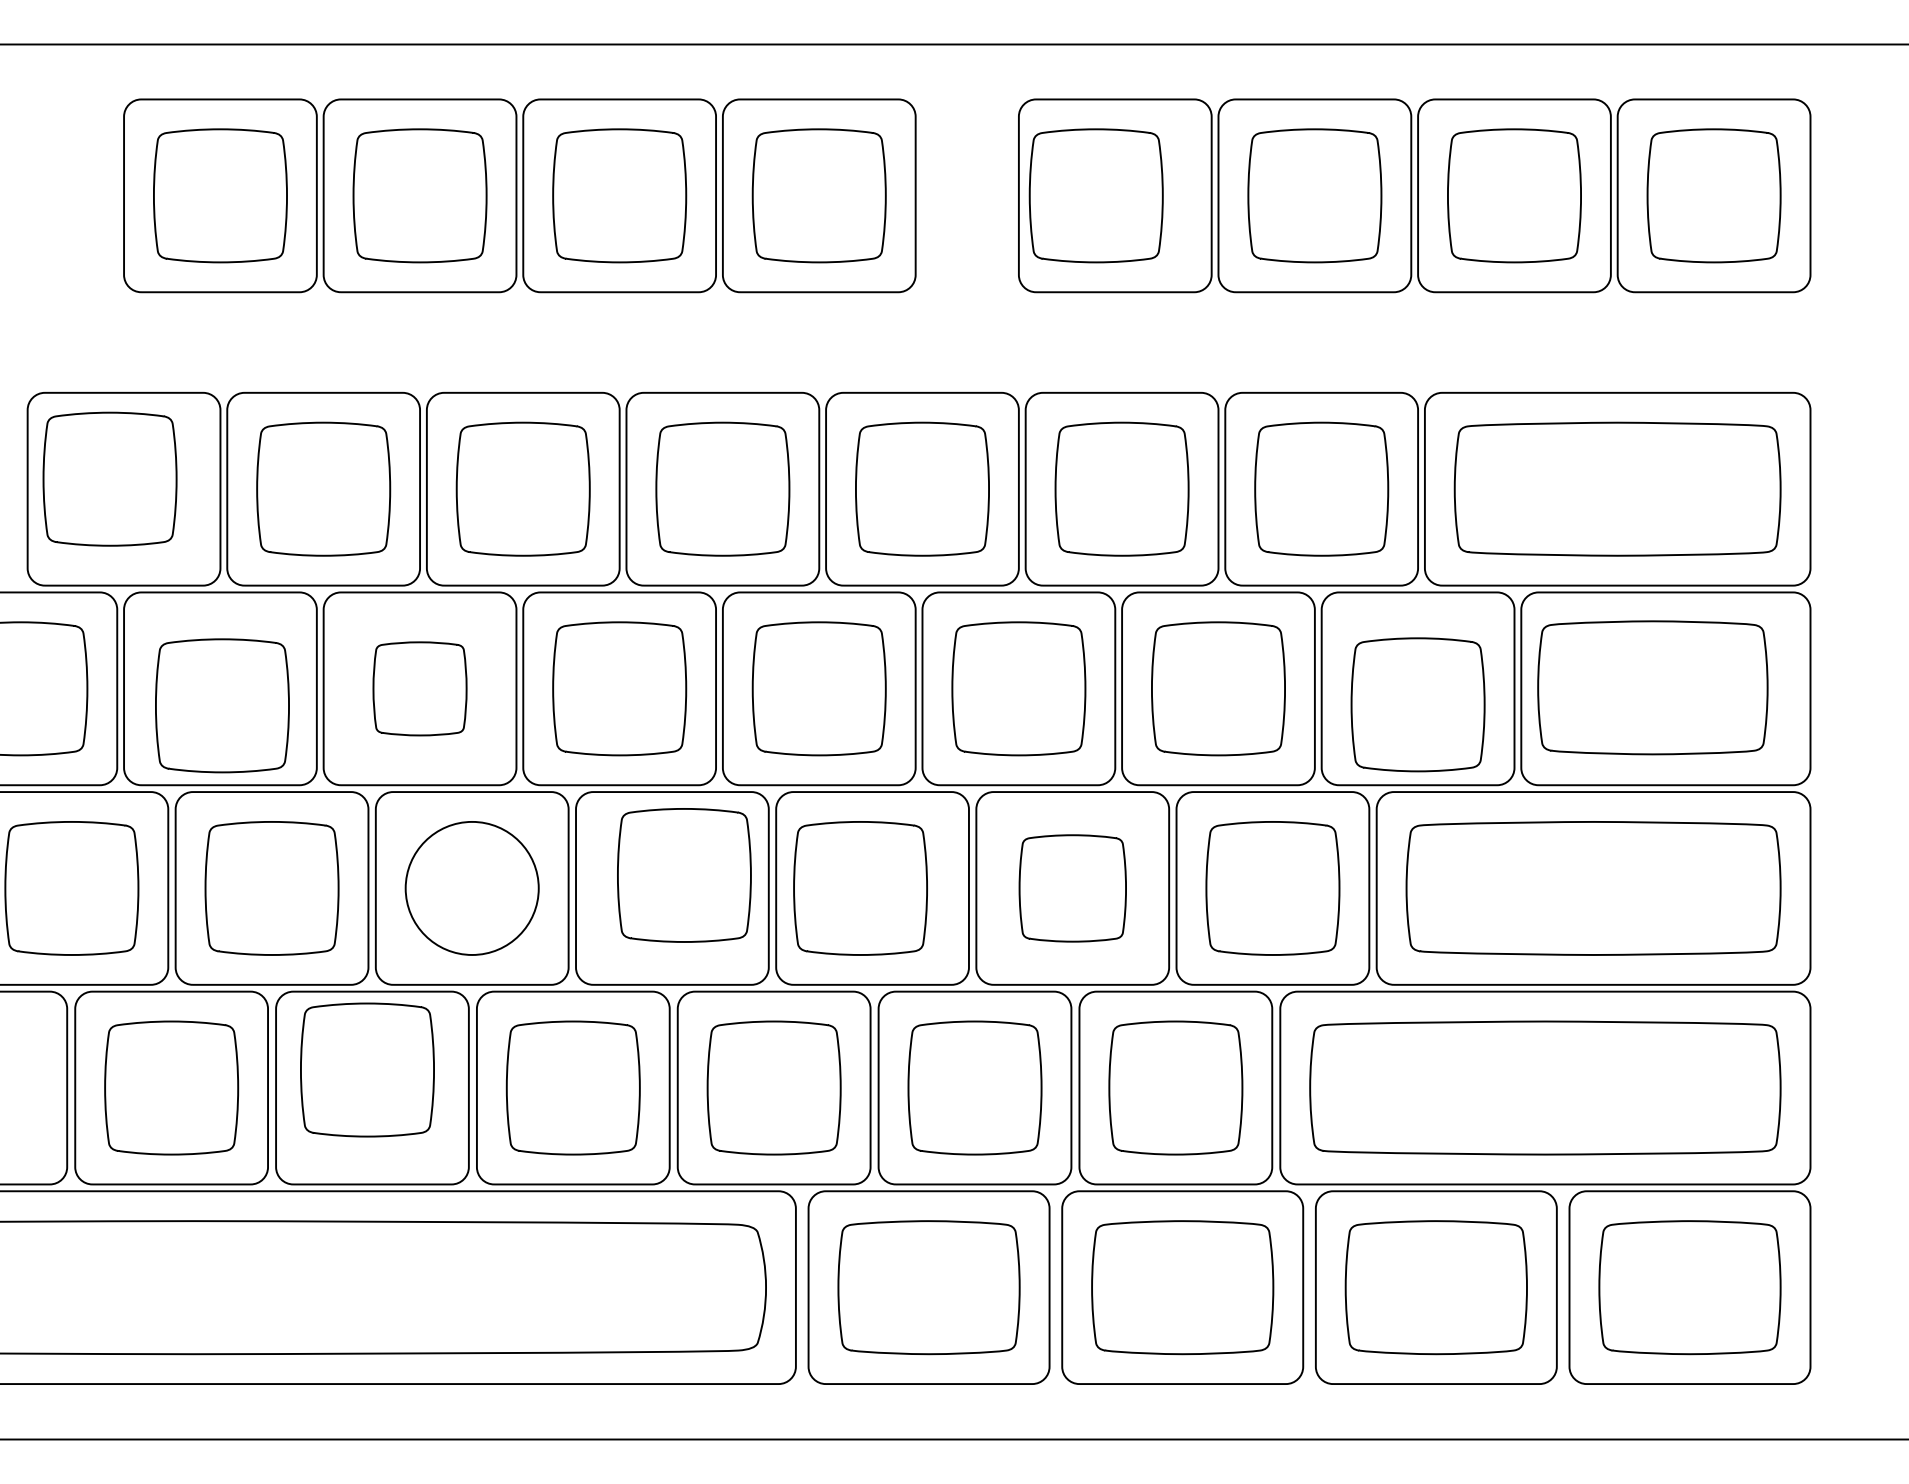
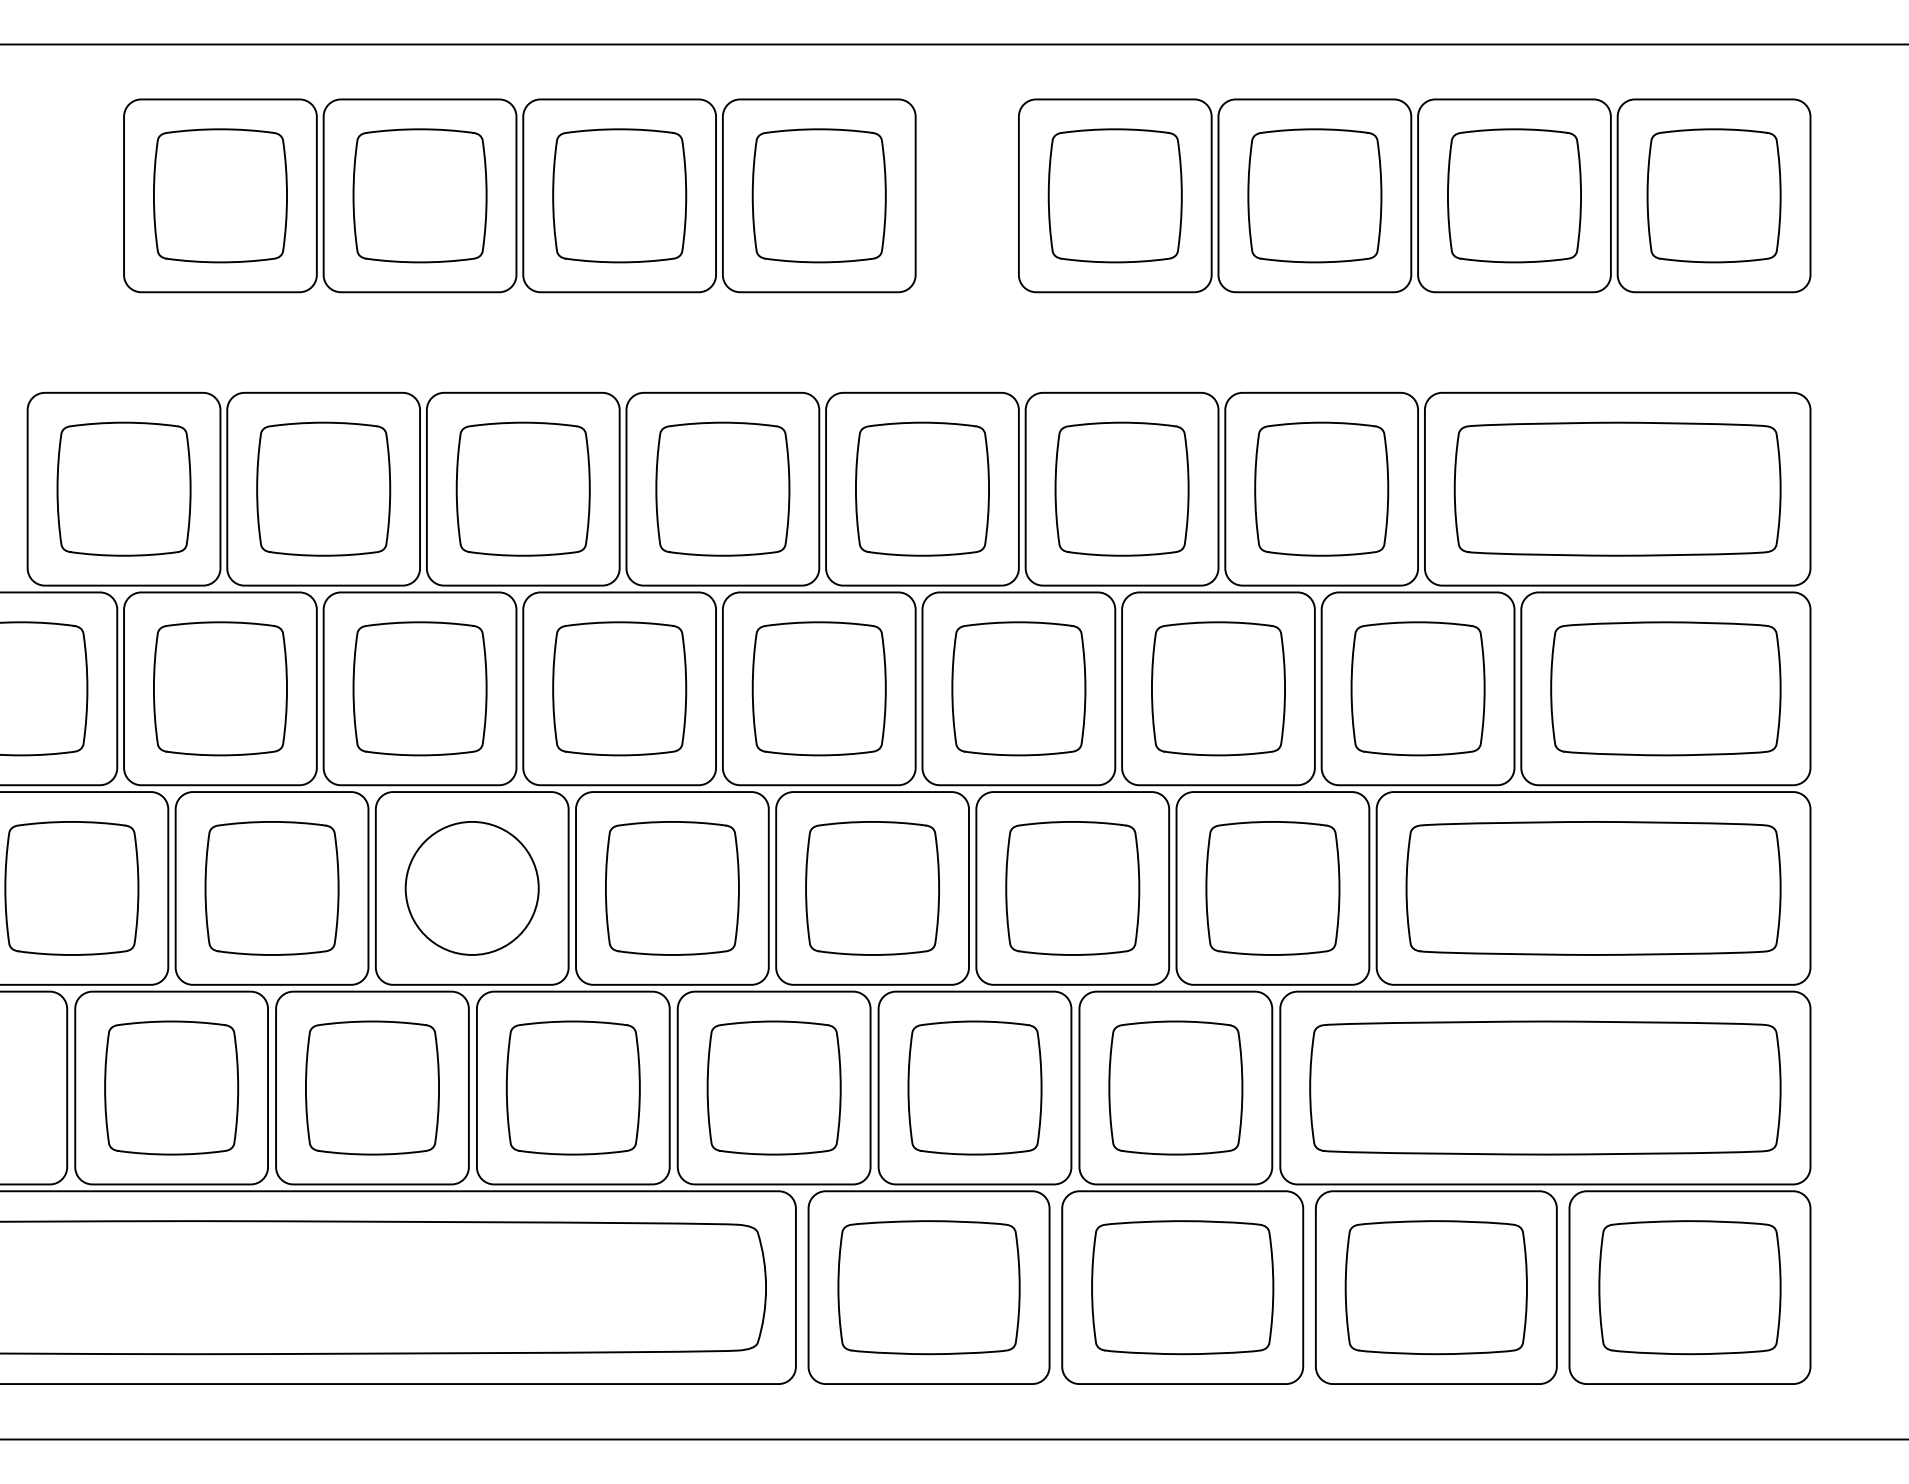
part at (1095, 195) position: (1095, 195) -> (1114, 195)
part at (109, 478) position: (109, 478) -> (123, 488)
part at (1652, 687) position: (1652, 687) -> (1665, 688)
part at (419, 688) size: 96x96 px -> 136x136 px
part at (1417, 704) position: (1417, 704) -> (1417, 688)
part at (222, 705) position: (222, 705) -> (220, 688)
part at (684, 875) position: (684, 875) -> (672, 888)
part at (860, 888) position: (860, 888) -> (872, 888)
part at (1072, 888) size: 109x109 px -> 136x135 px
part at (367, 1069) position: (367, 1069) -> (372, 1087)
